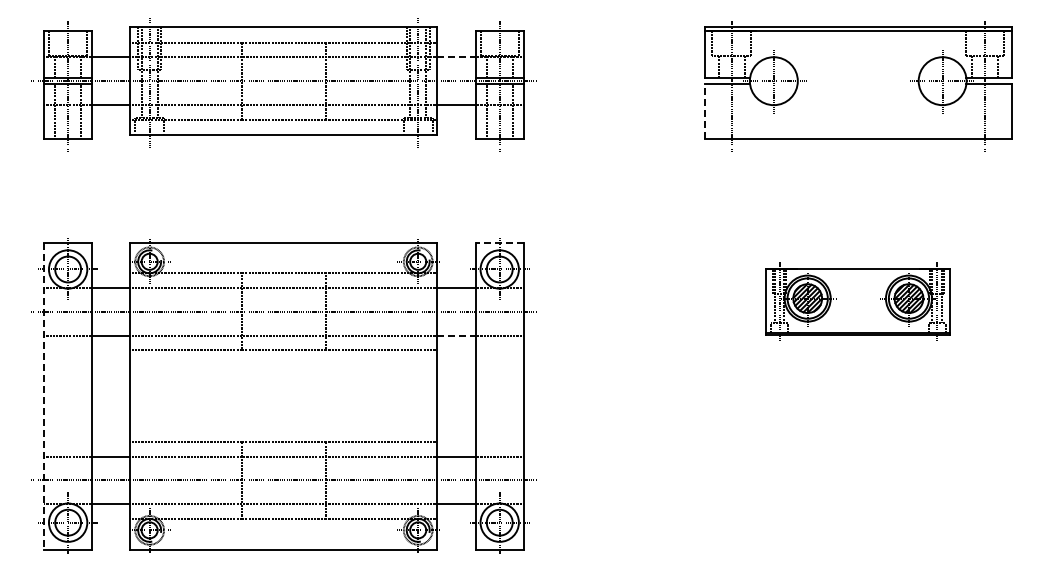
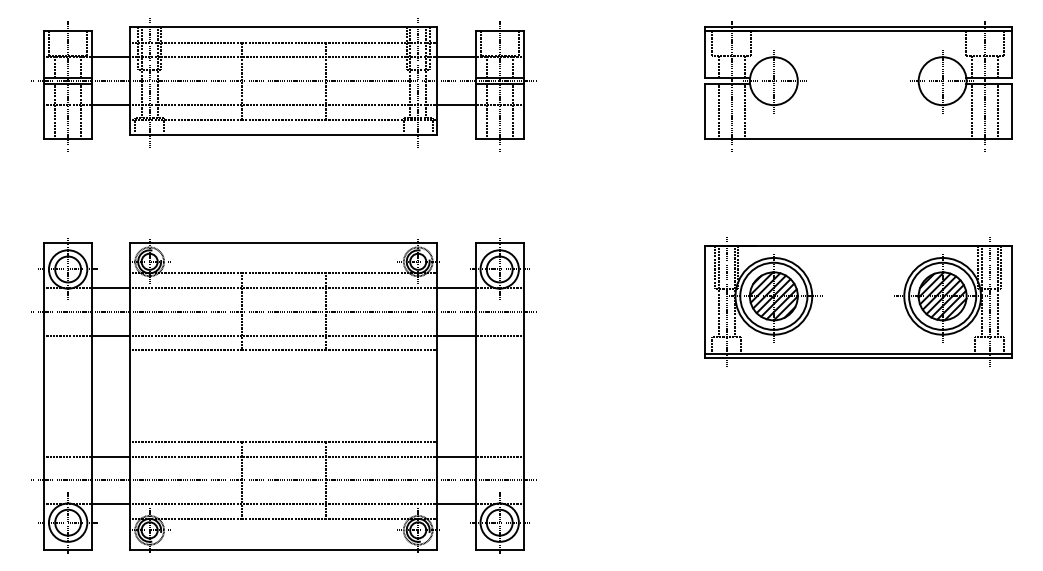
line at (457, 57): dashed -> solid
line at (704, 110): dashed -> solid
line at (718, 111): none -> present
line at (744, 111): none -> present
line at (971, 111): none -> present
line at (997, 111): none -> present
line at (499, 242): dashed -> solid
part at (857, 301) size: 186x79 px -> 309x130 px
line at (457, 335): dashed -> solid
line at (44, 396): dashed -> solid
